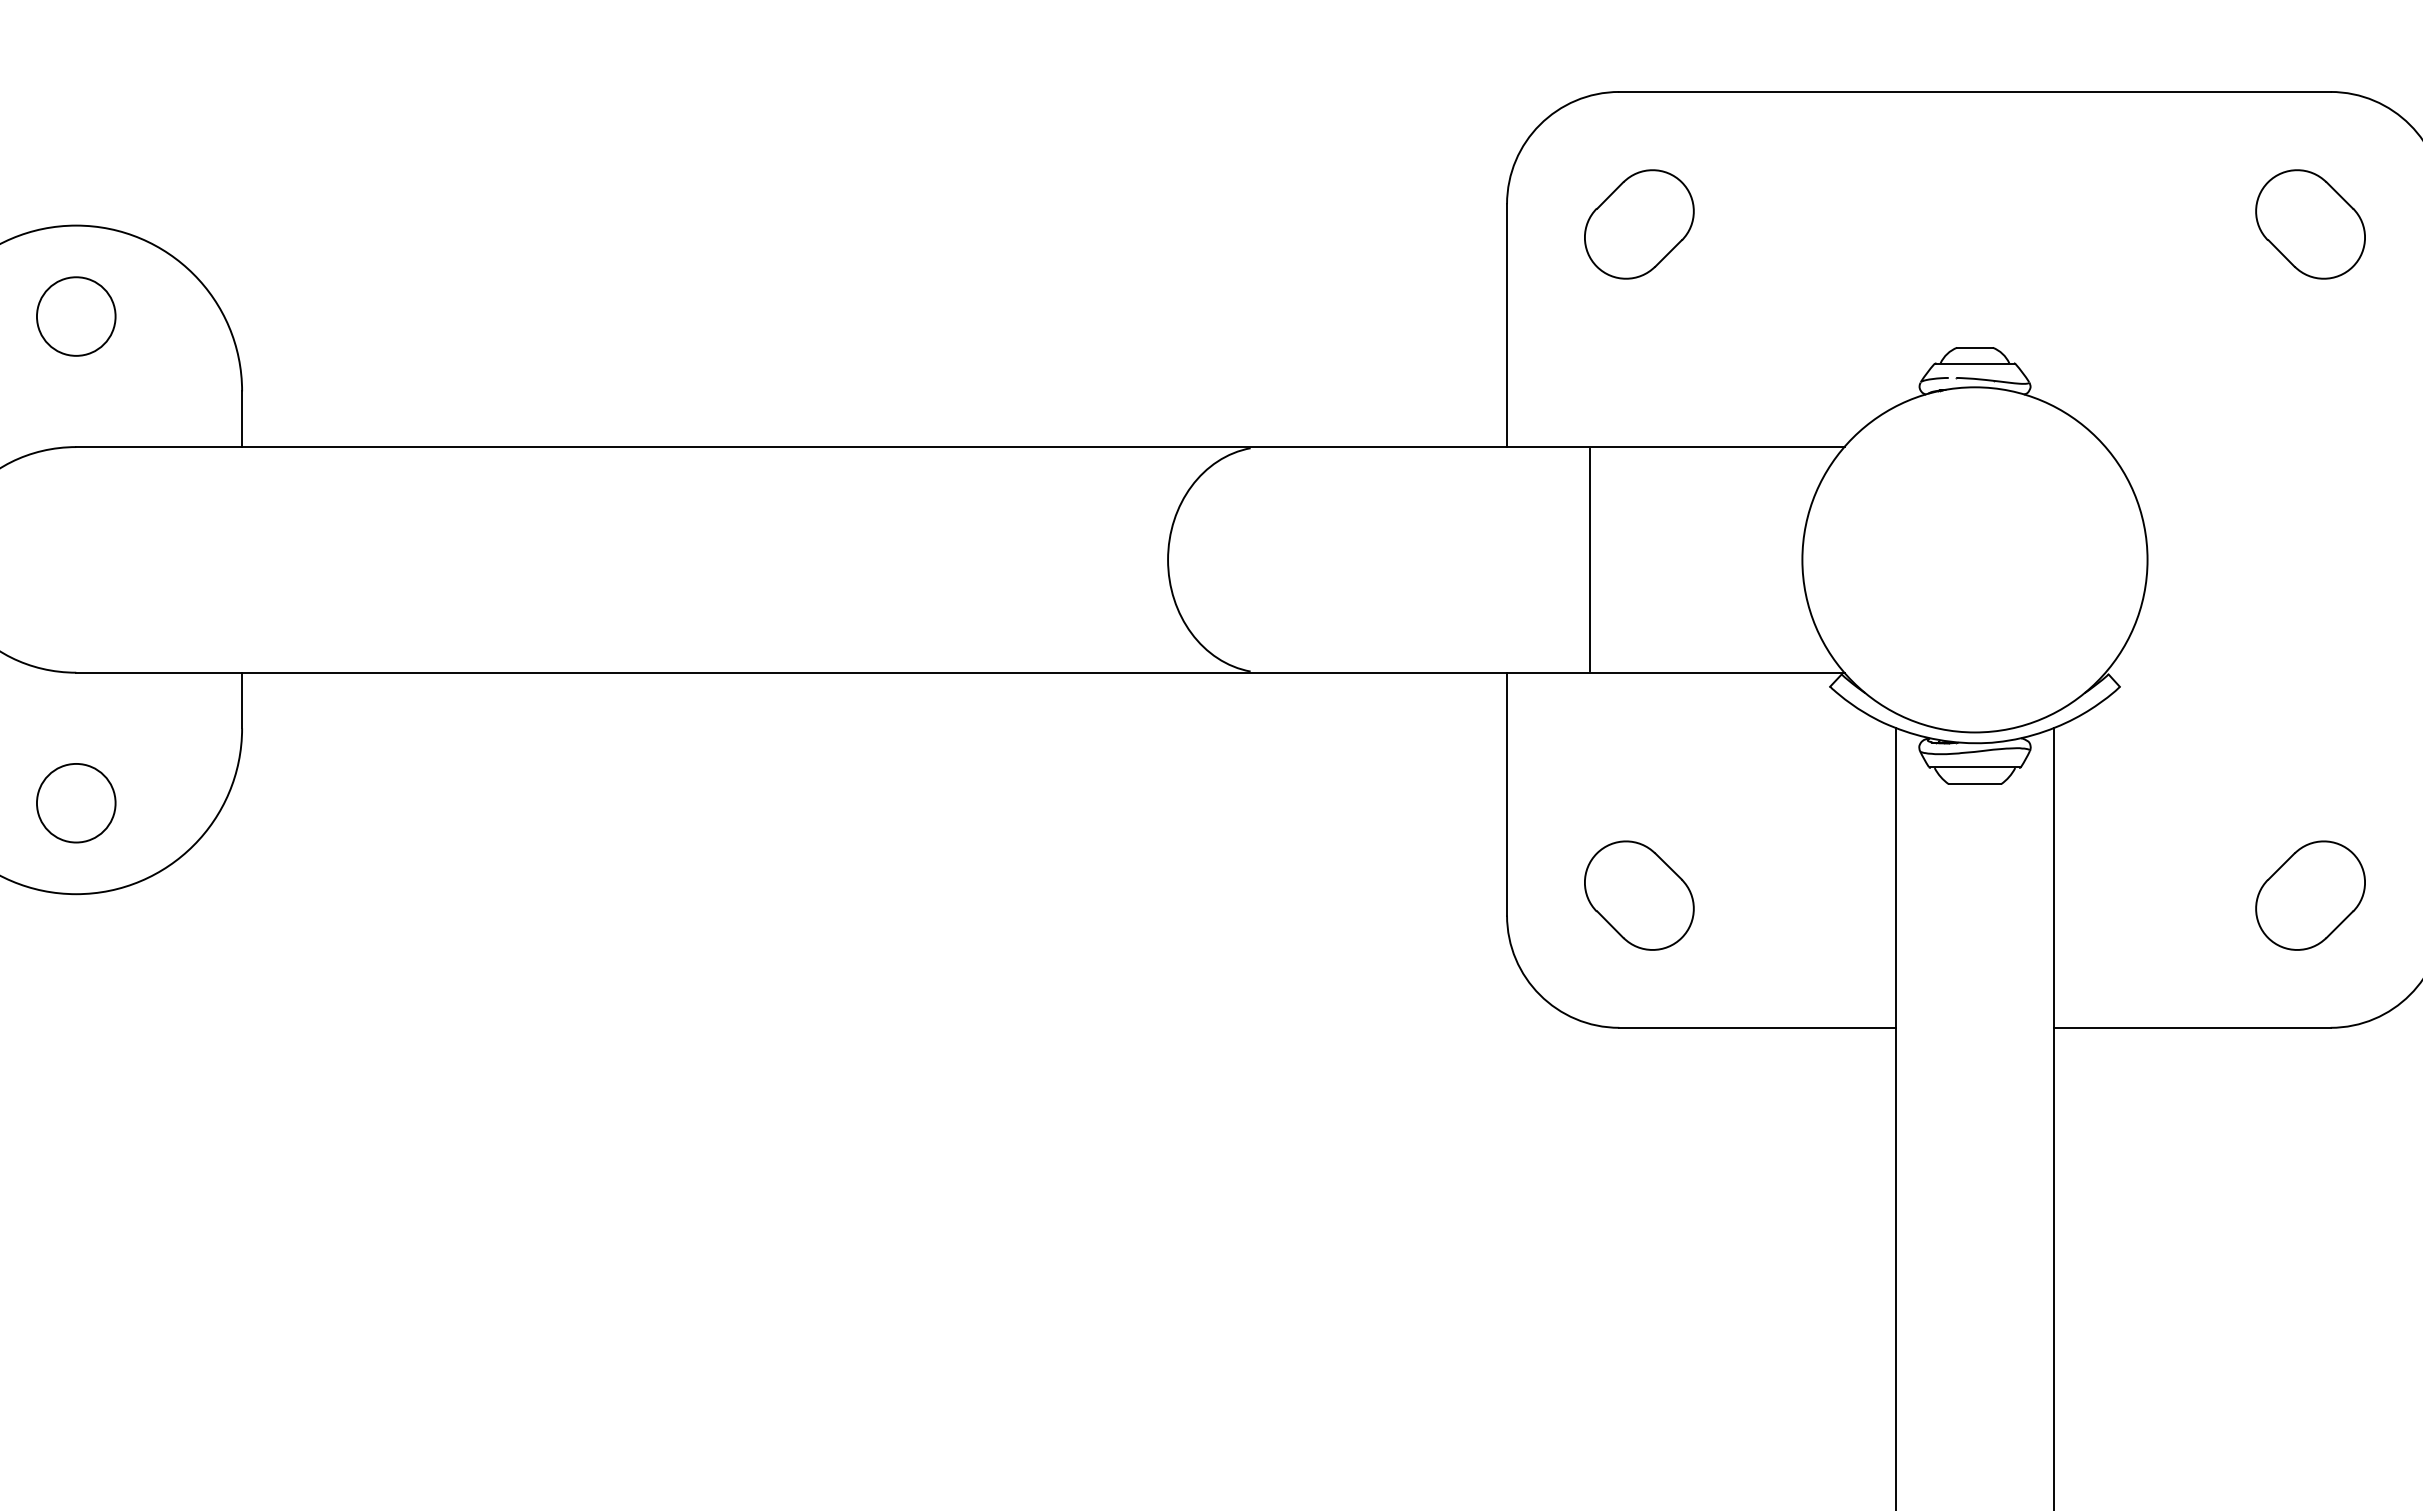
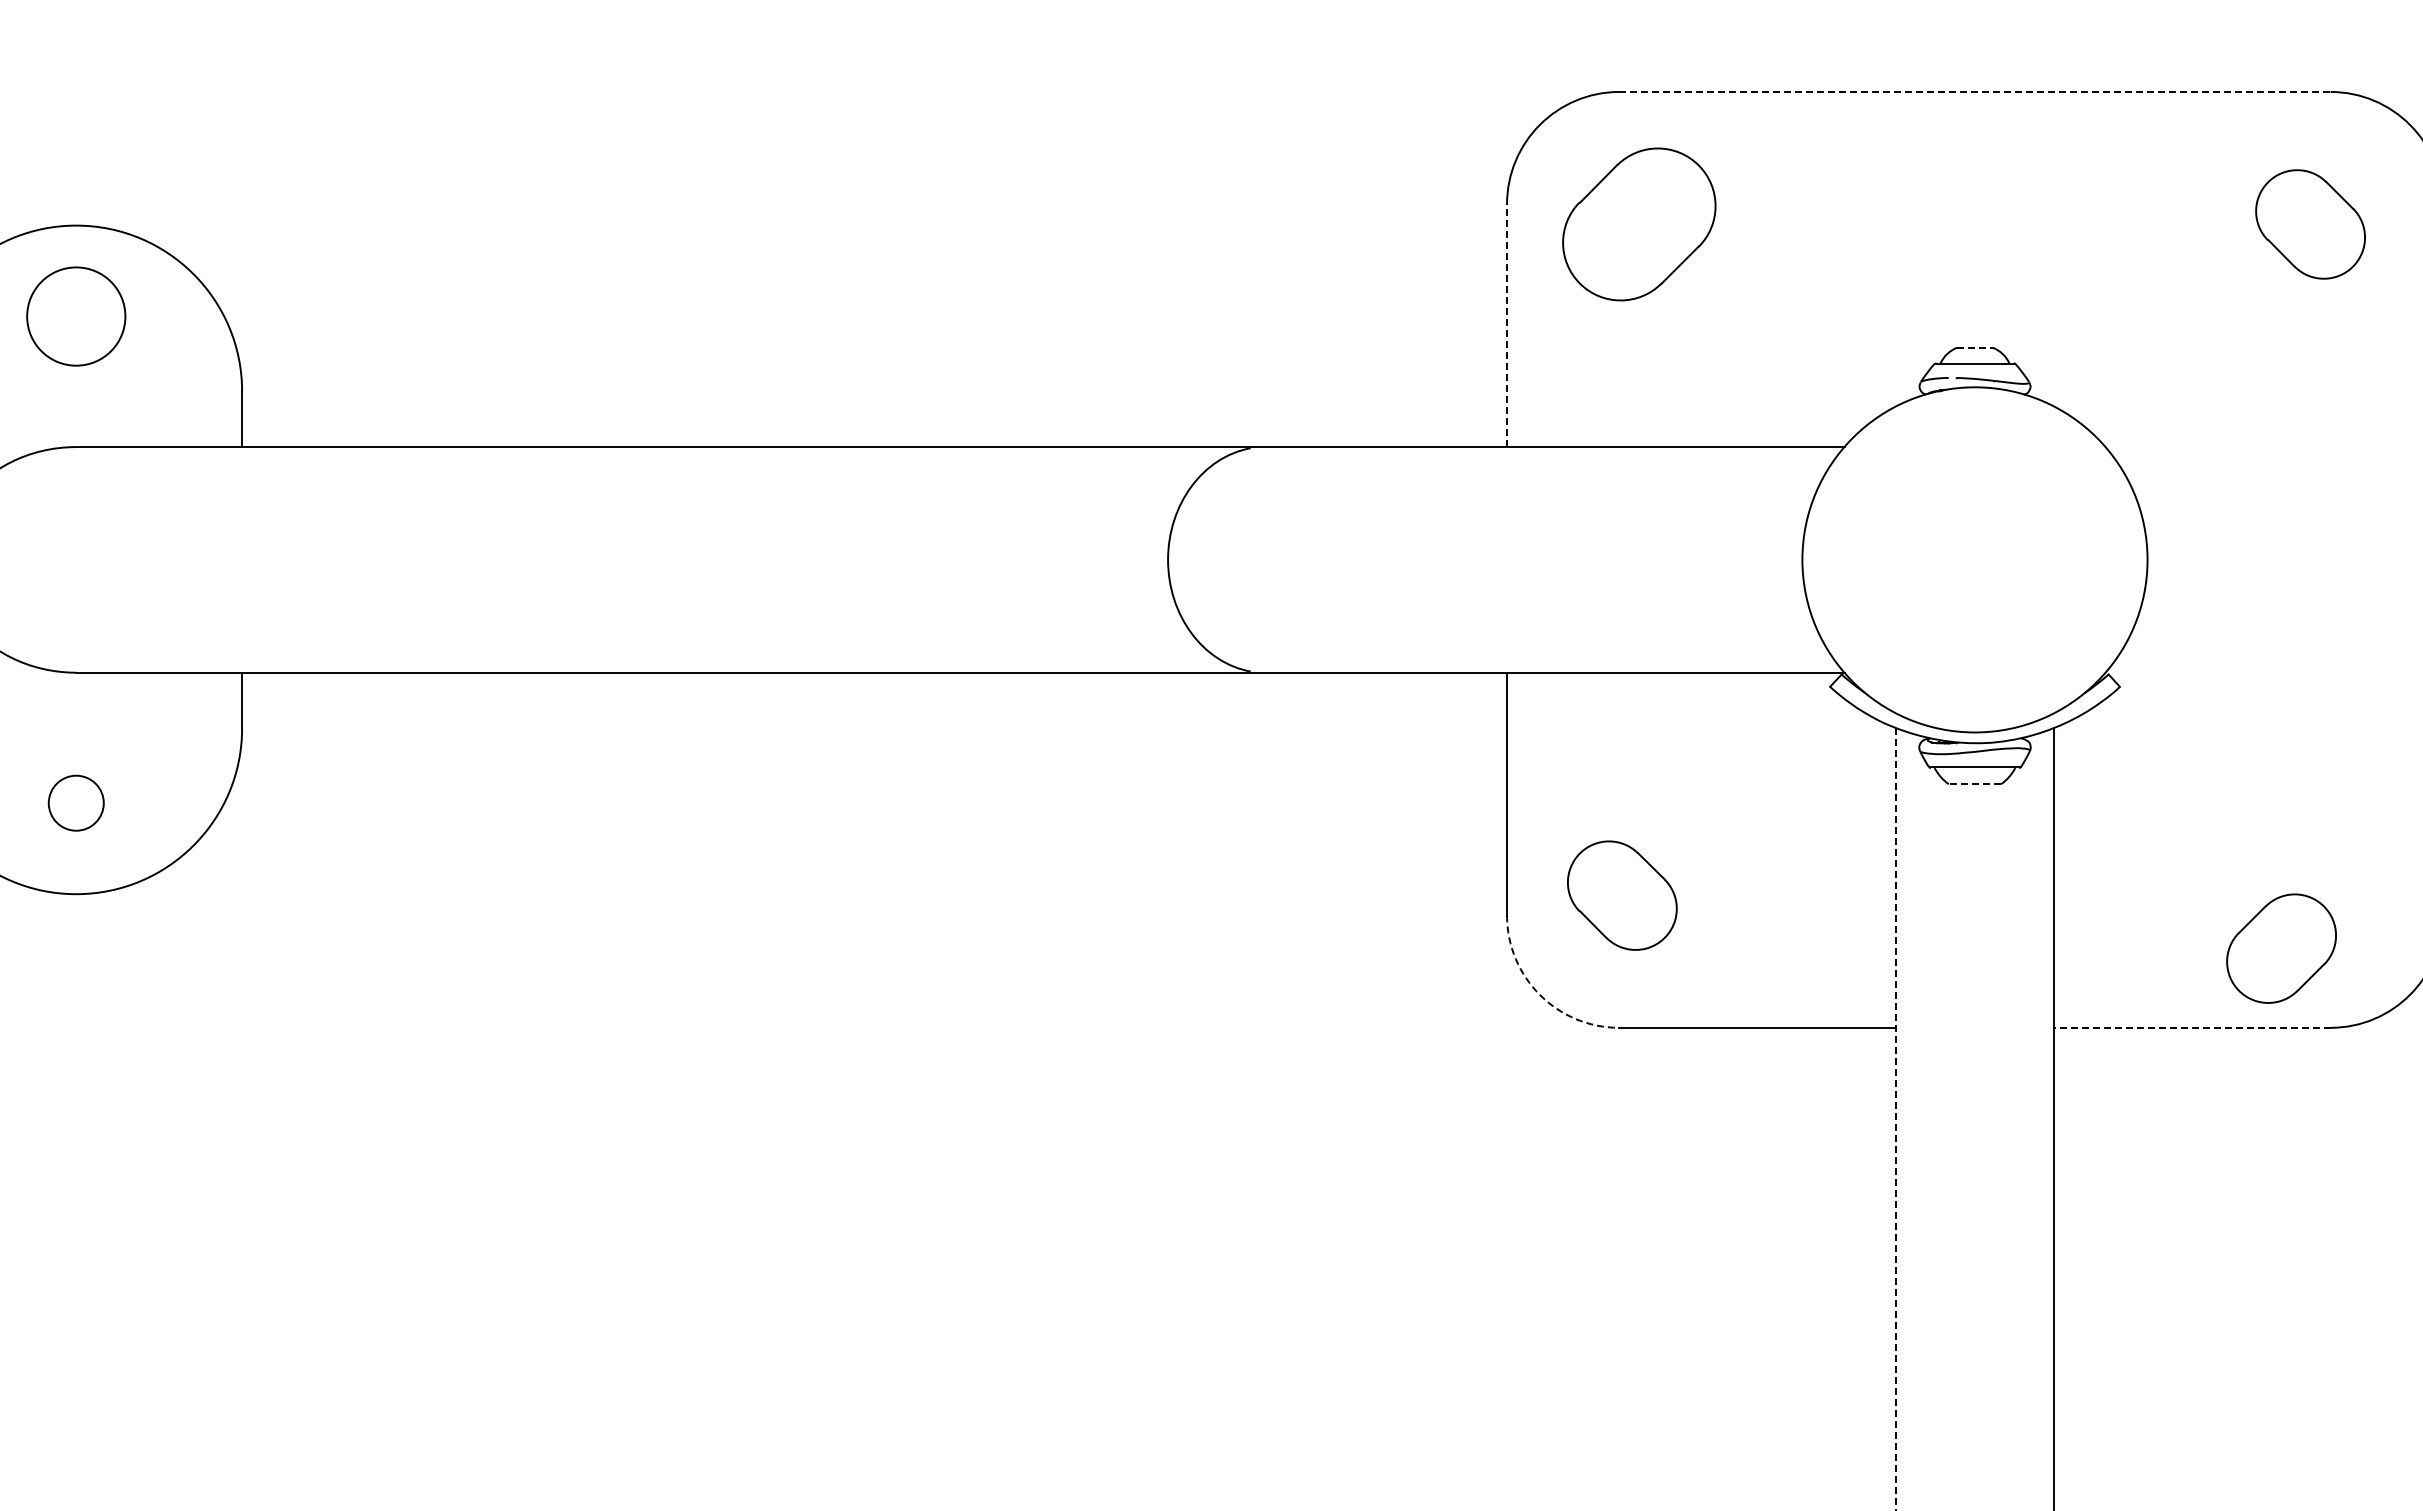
line at (1974, 91): solid -> dashed
part at (1639, 224) size: 111x111 px -> 155x155 px
circle at (75, 316) diameter: 79 px -> 98 px
line at (1507, 325): solid -> dashed
line at (1975, 347): solid -> dashed
line at (1590, 559): present -> none
line at (1974, 784): solid -> dashed
circle at (75, 802) diameter: 79 px -> 55 px
part at (1639, 895) position: (1639, 895) -> (1622, 895)
part at (2310, 895) position: (2310, 895) -> (2281, 948)
arc at (1539, 994): solid -> dashed
line at (2191, 1027): solid -> dashed
line at (1895, 1119): solid -> dashed
